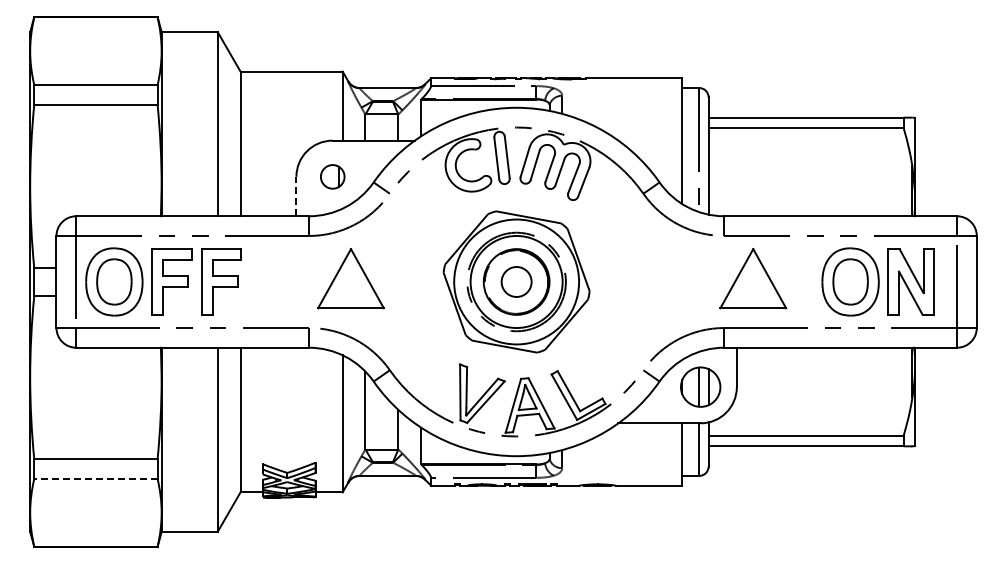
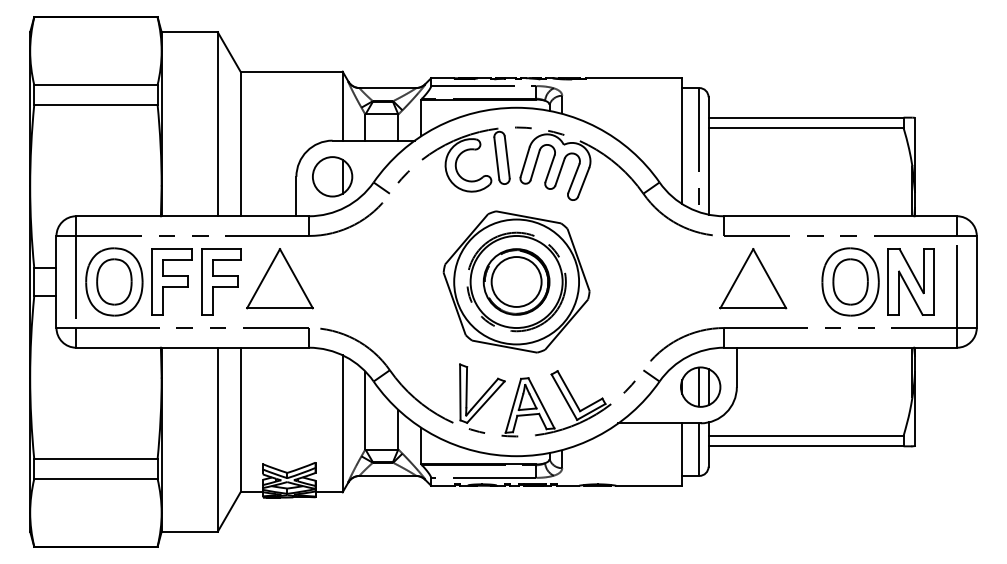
part at (332, 176) size: 26x26 px -> 42x42 px
line at (296, 196): dashed -> solid
part at (350, 278) position: (350, 278) -> (279, 278)
circle at (516, 281) diameter: 30 px -> 50 px
line at (95, 479): dashed -> solid
